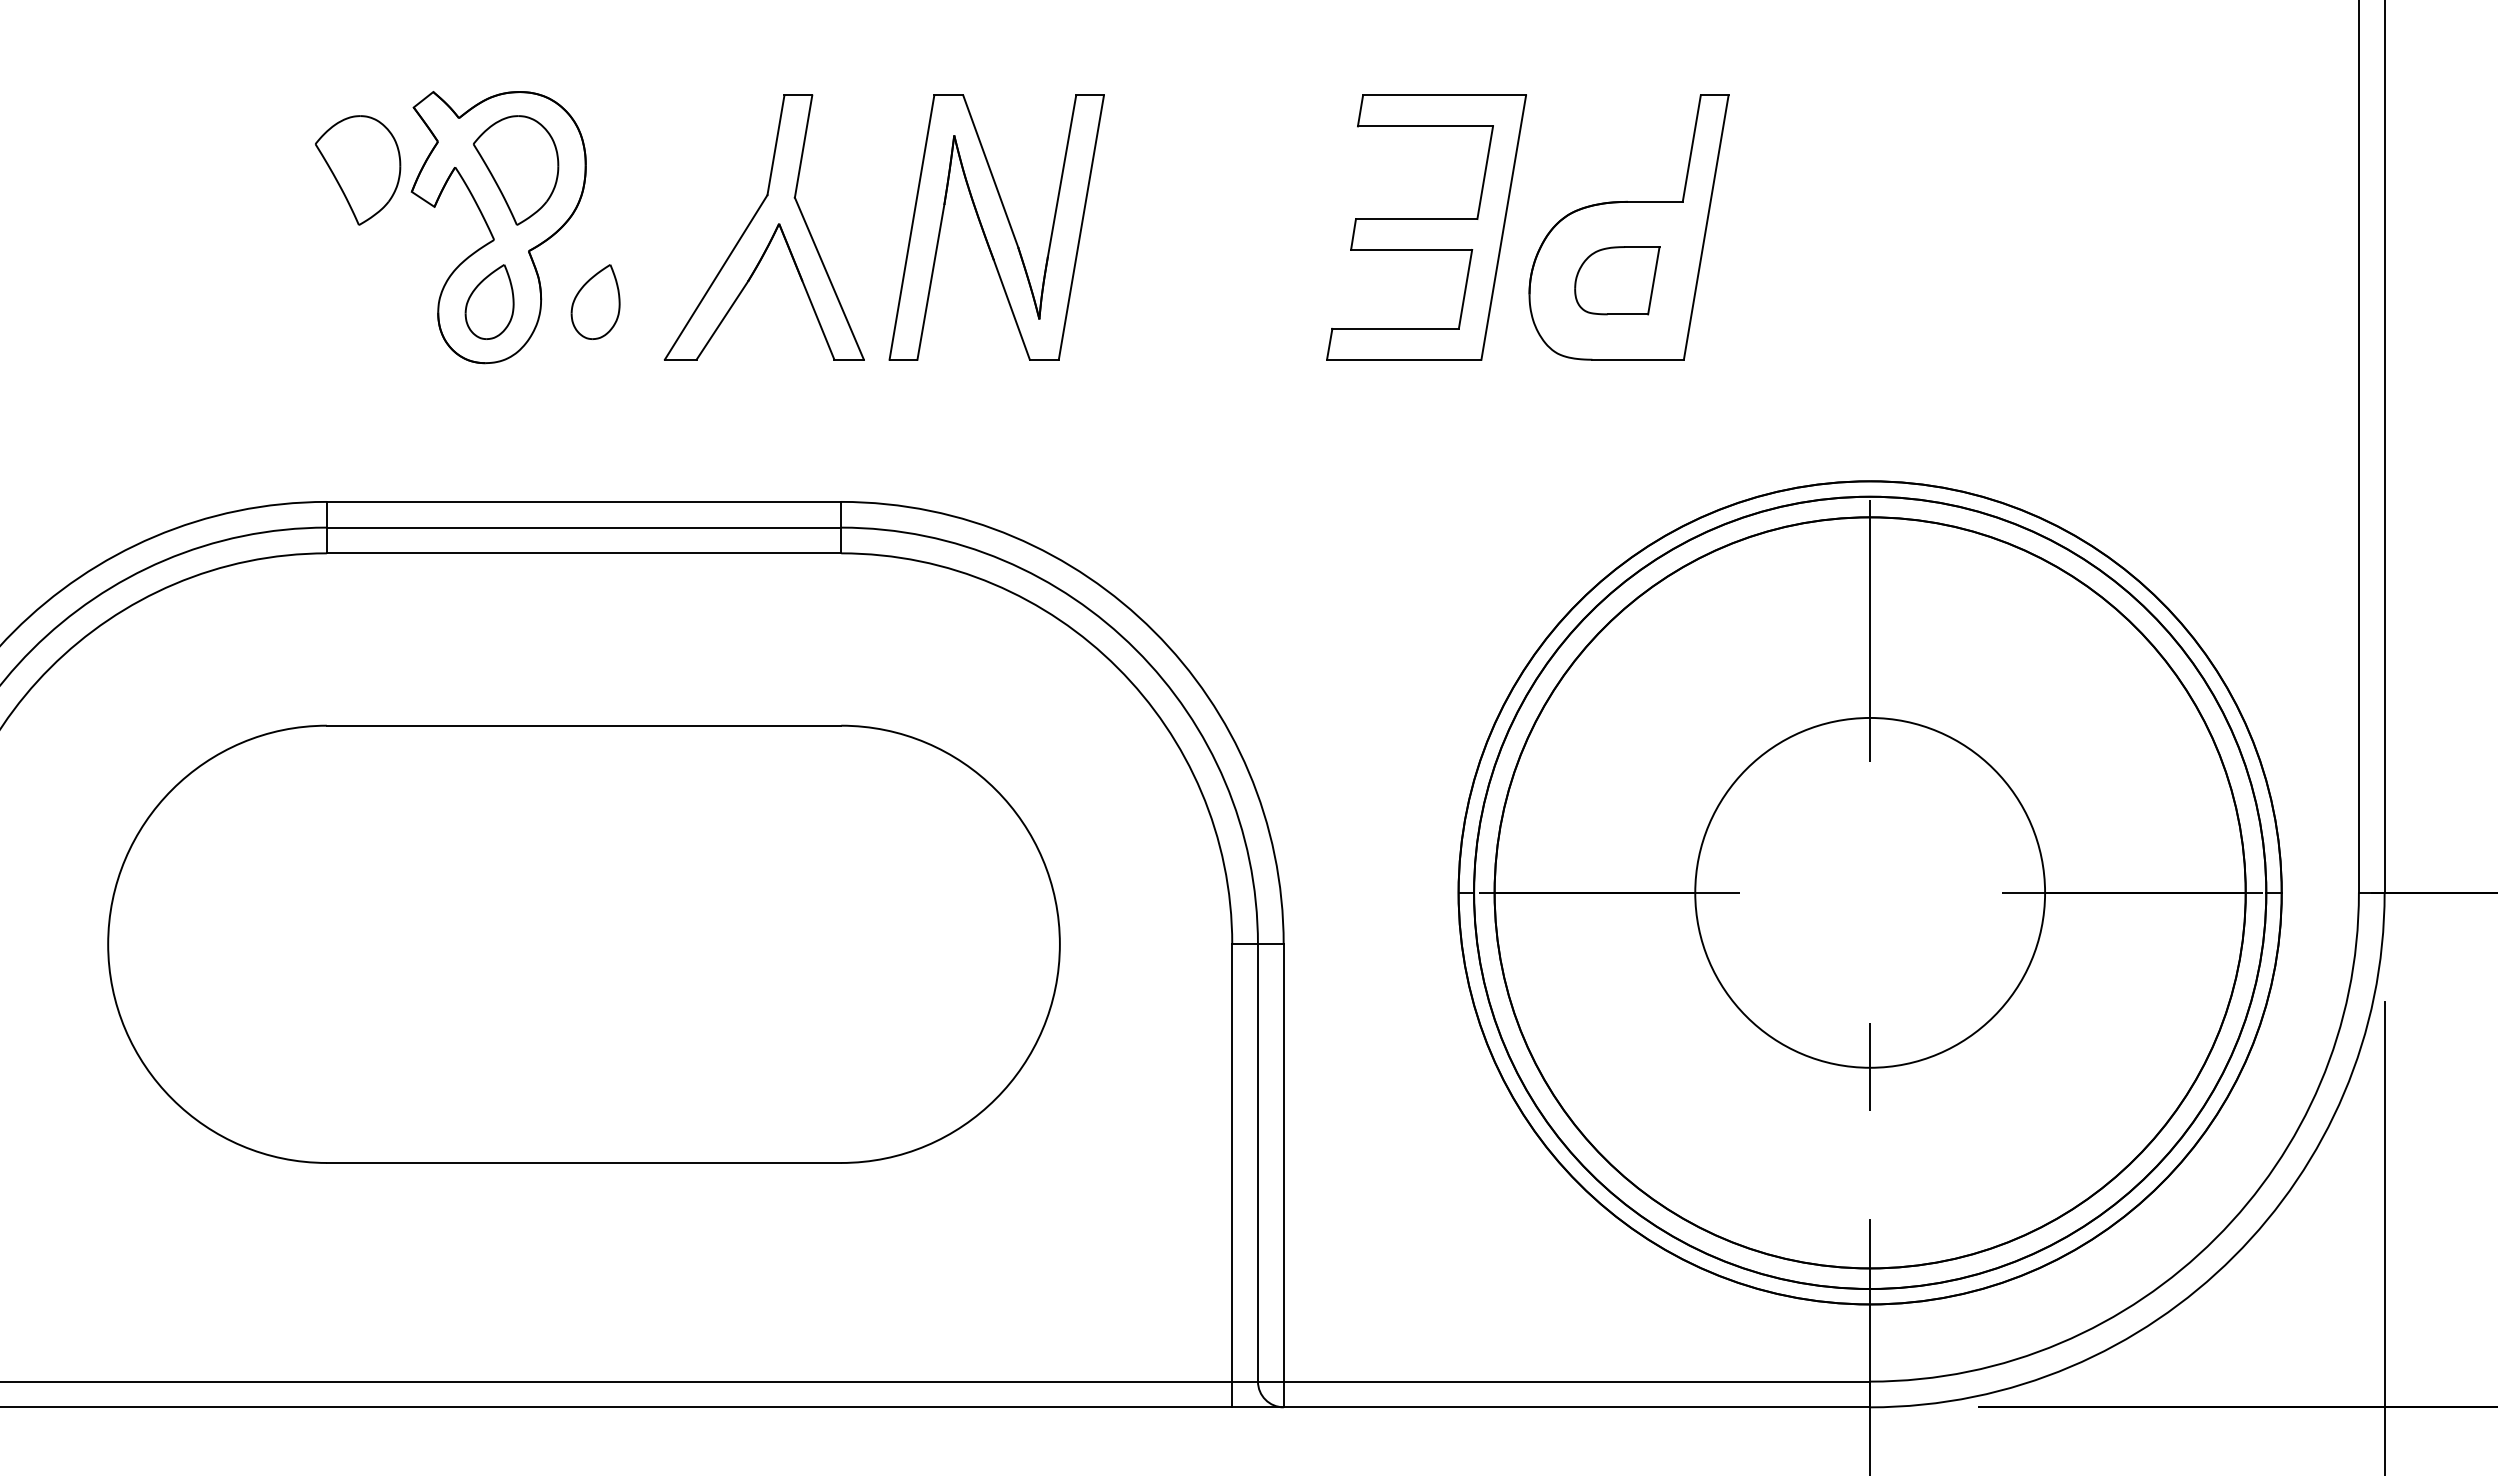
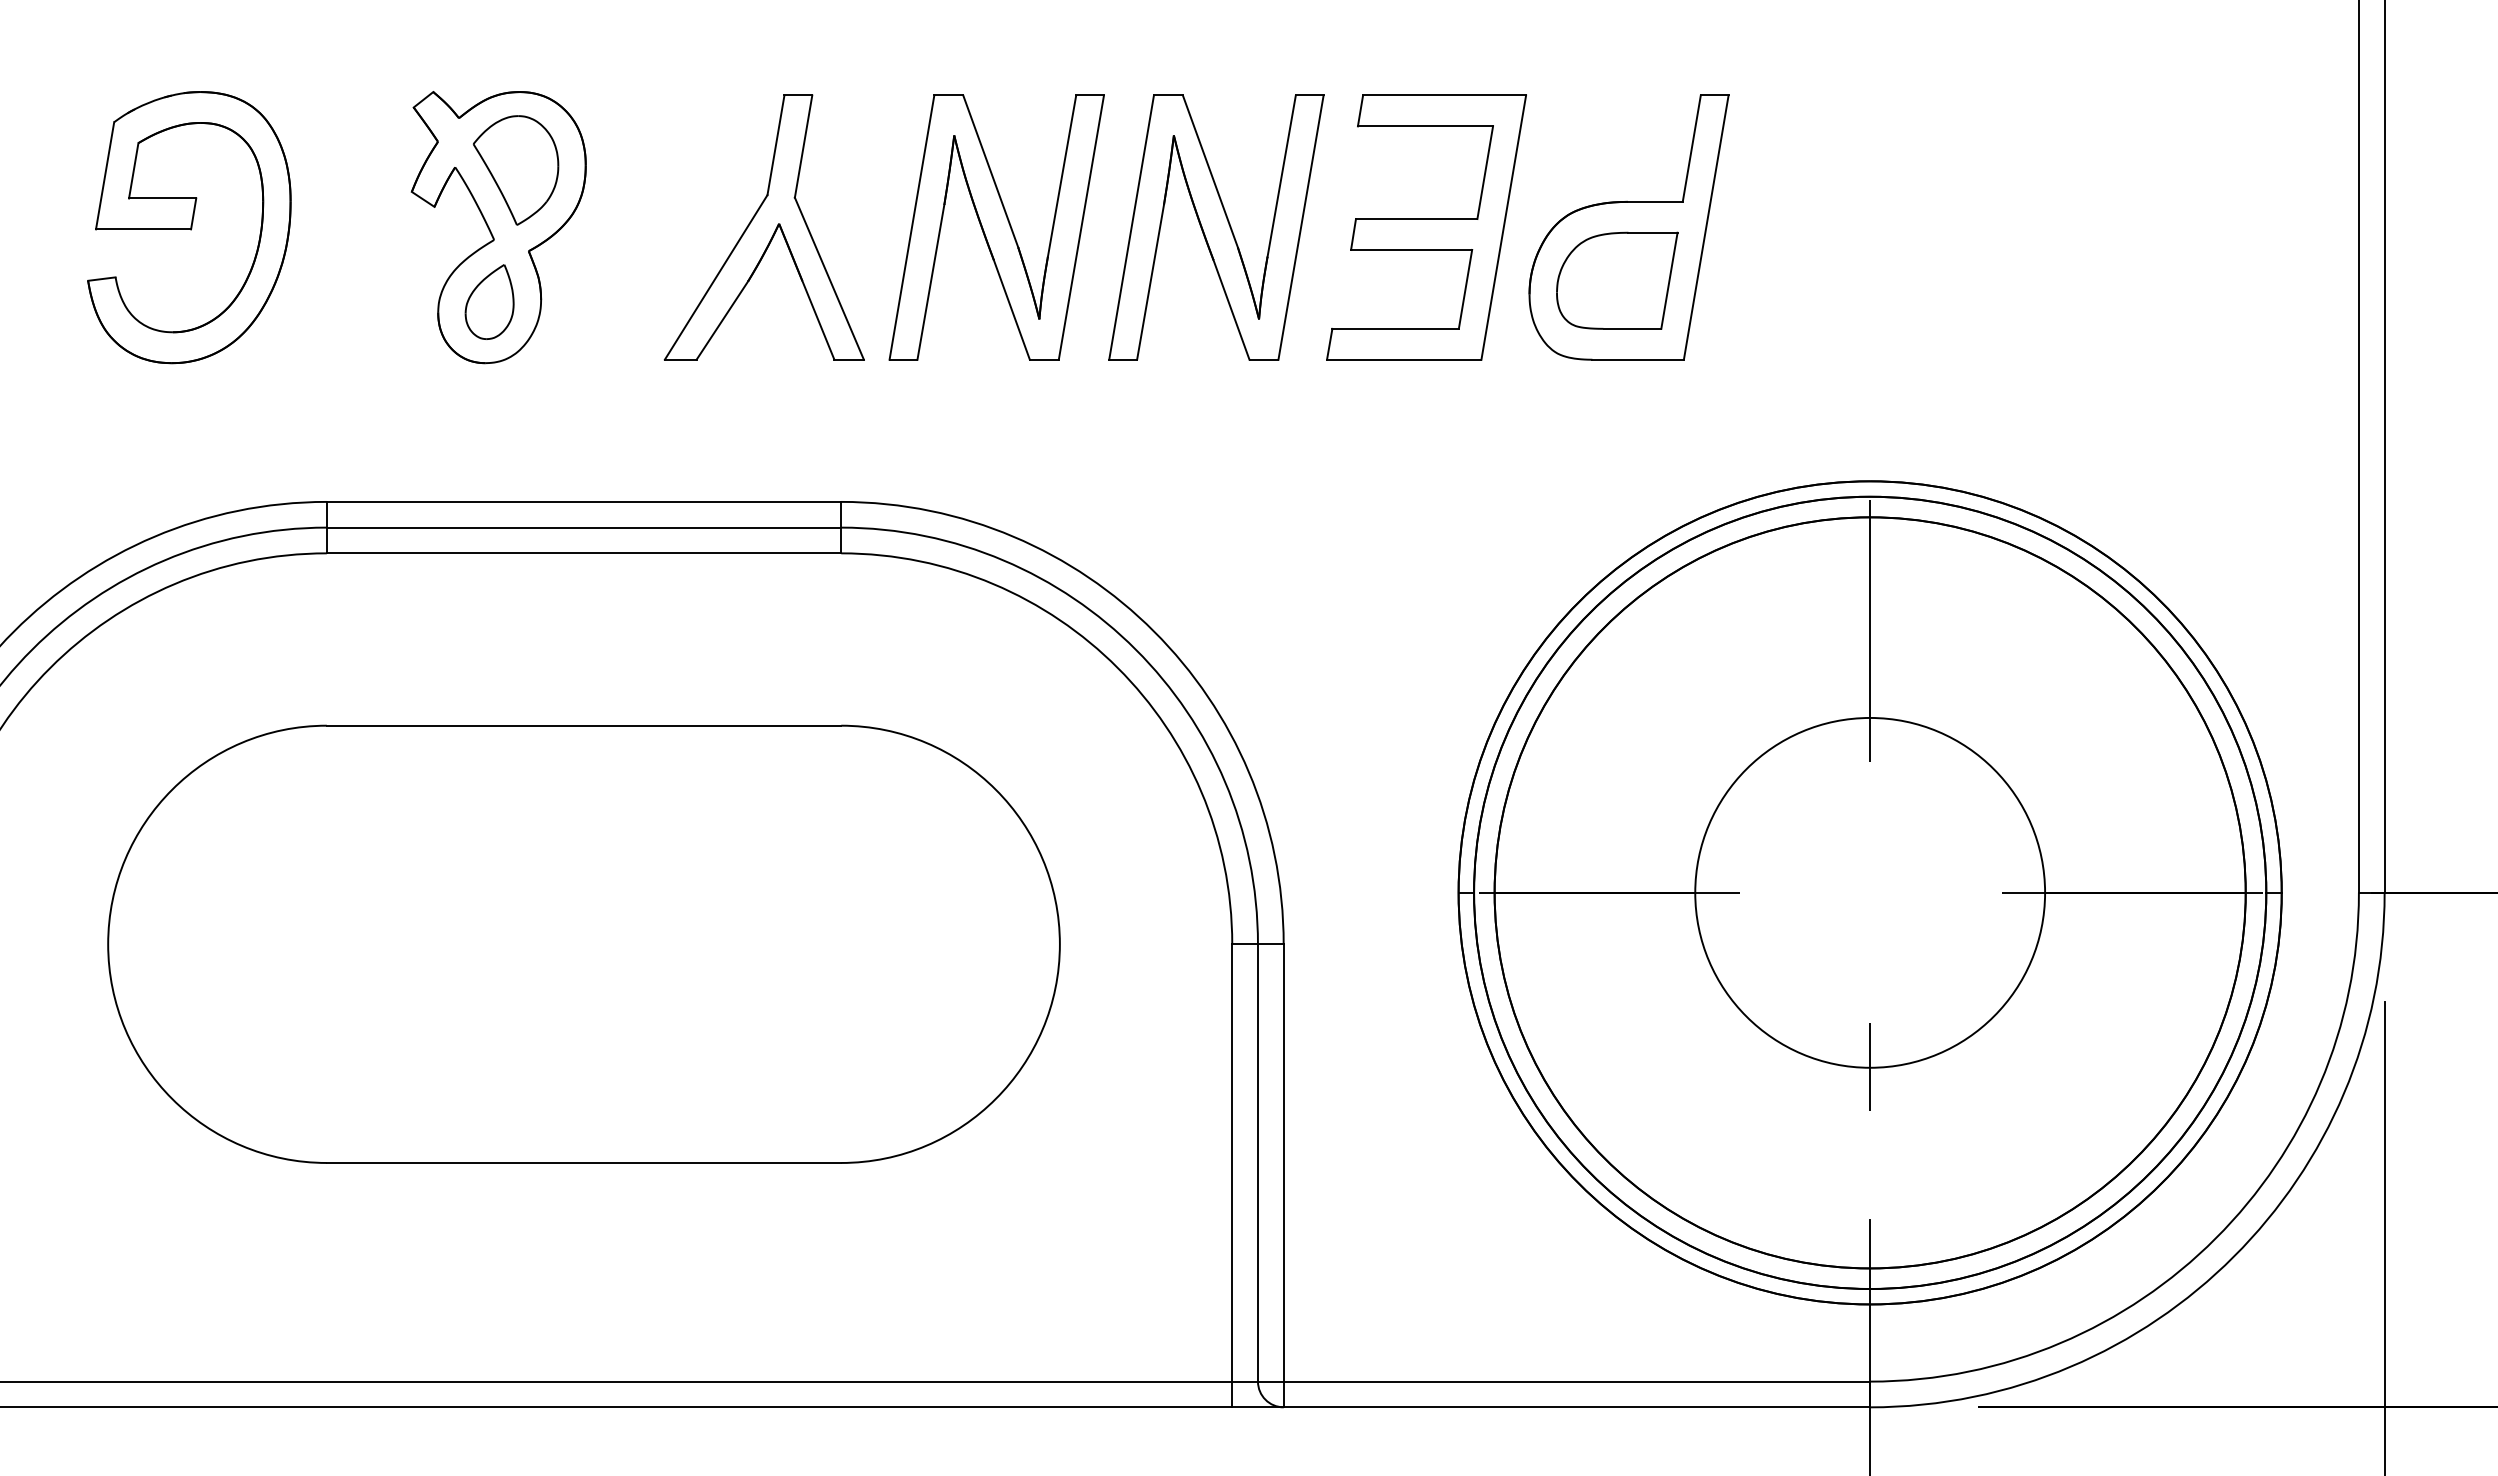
part at (358, 170): present -> none
part at (189, 227): none -> present
part at (1216, 227): none -> present
part at (1617, 280) size: 87x70 px -> 123x99 px
part at (595, 301): present -> none
